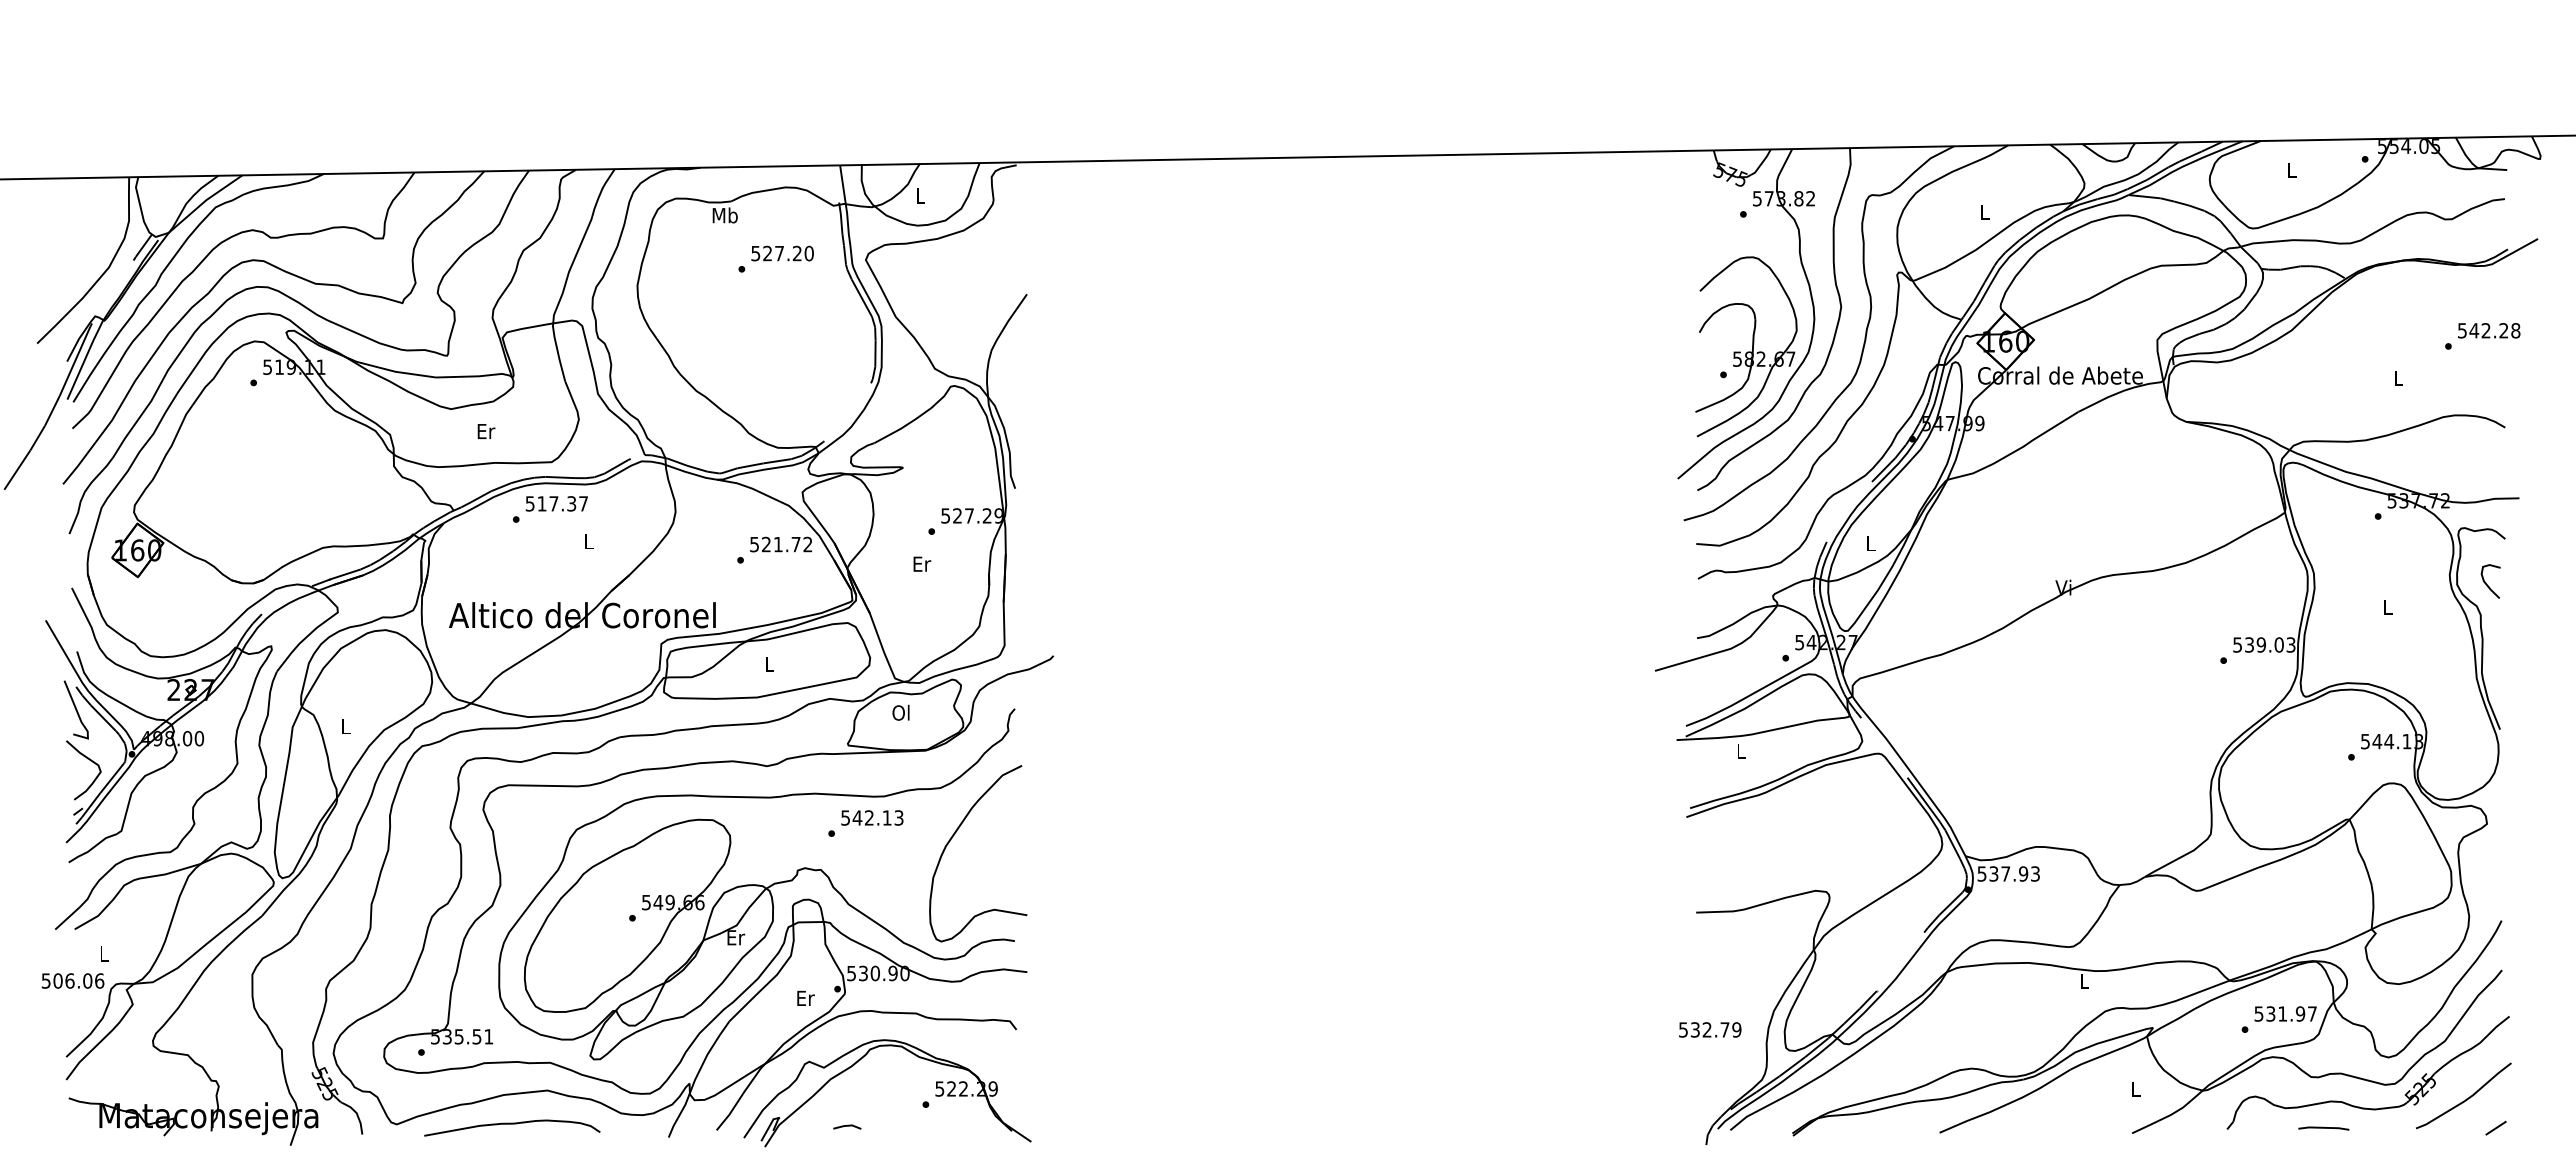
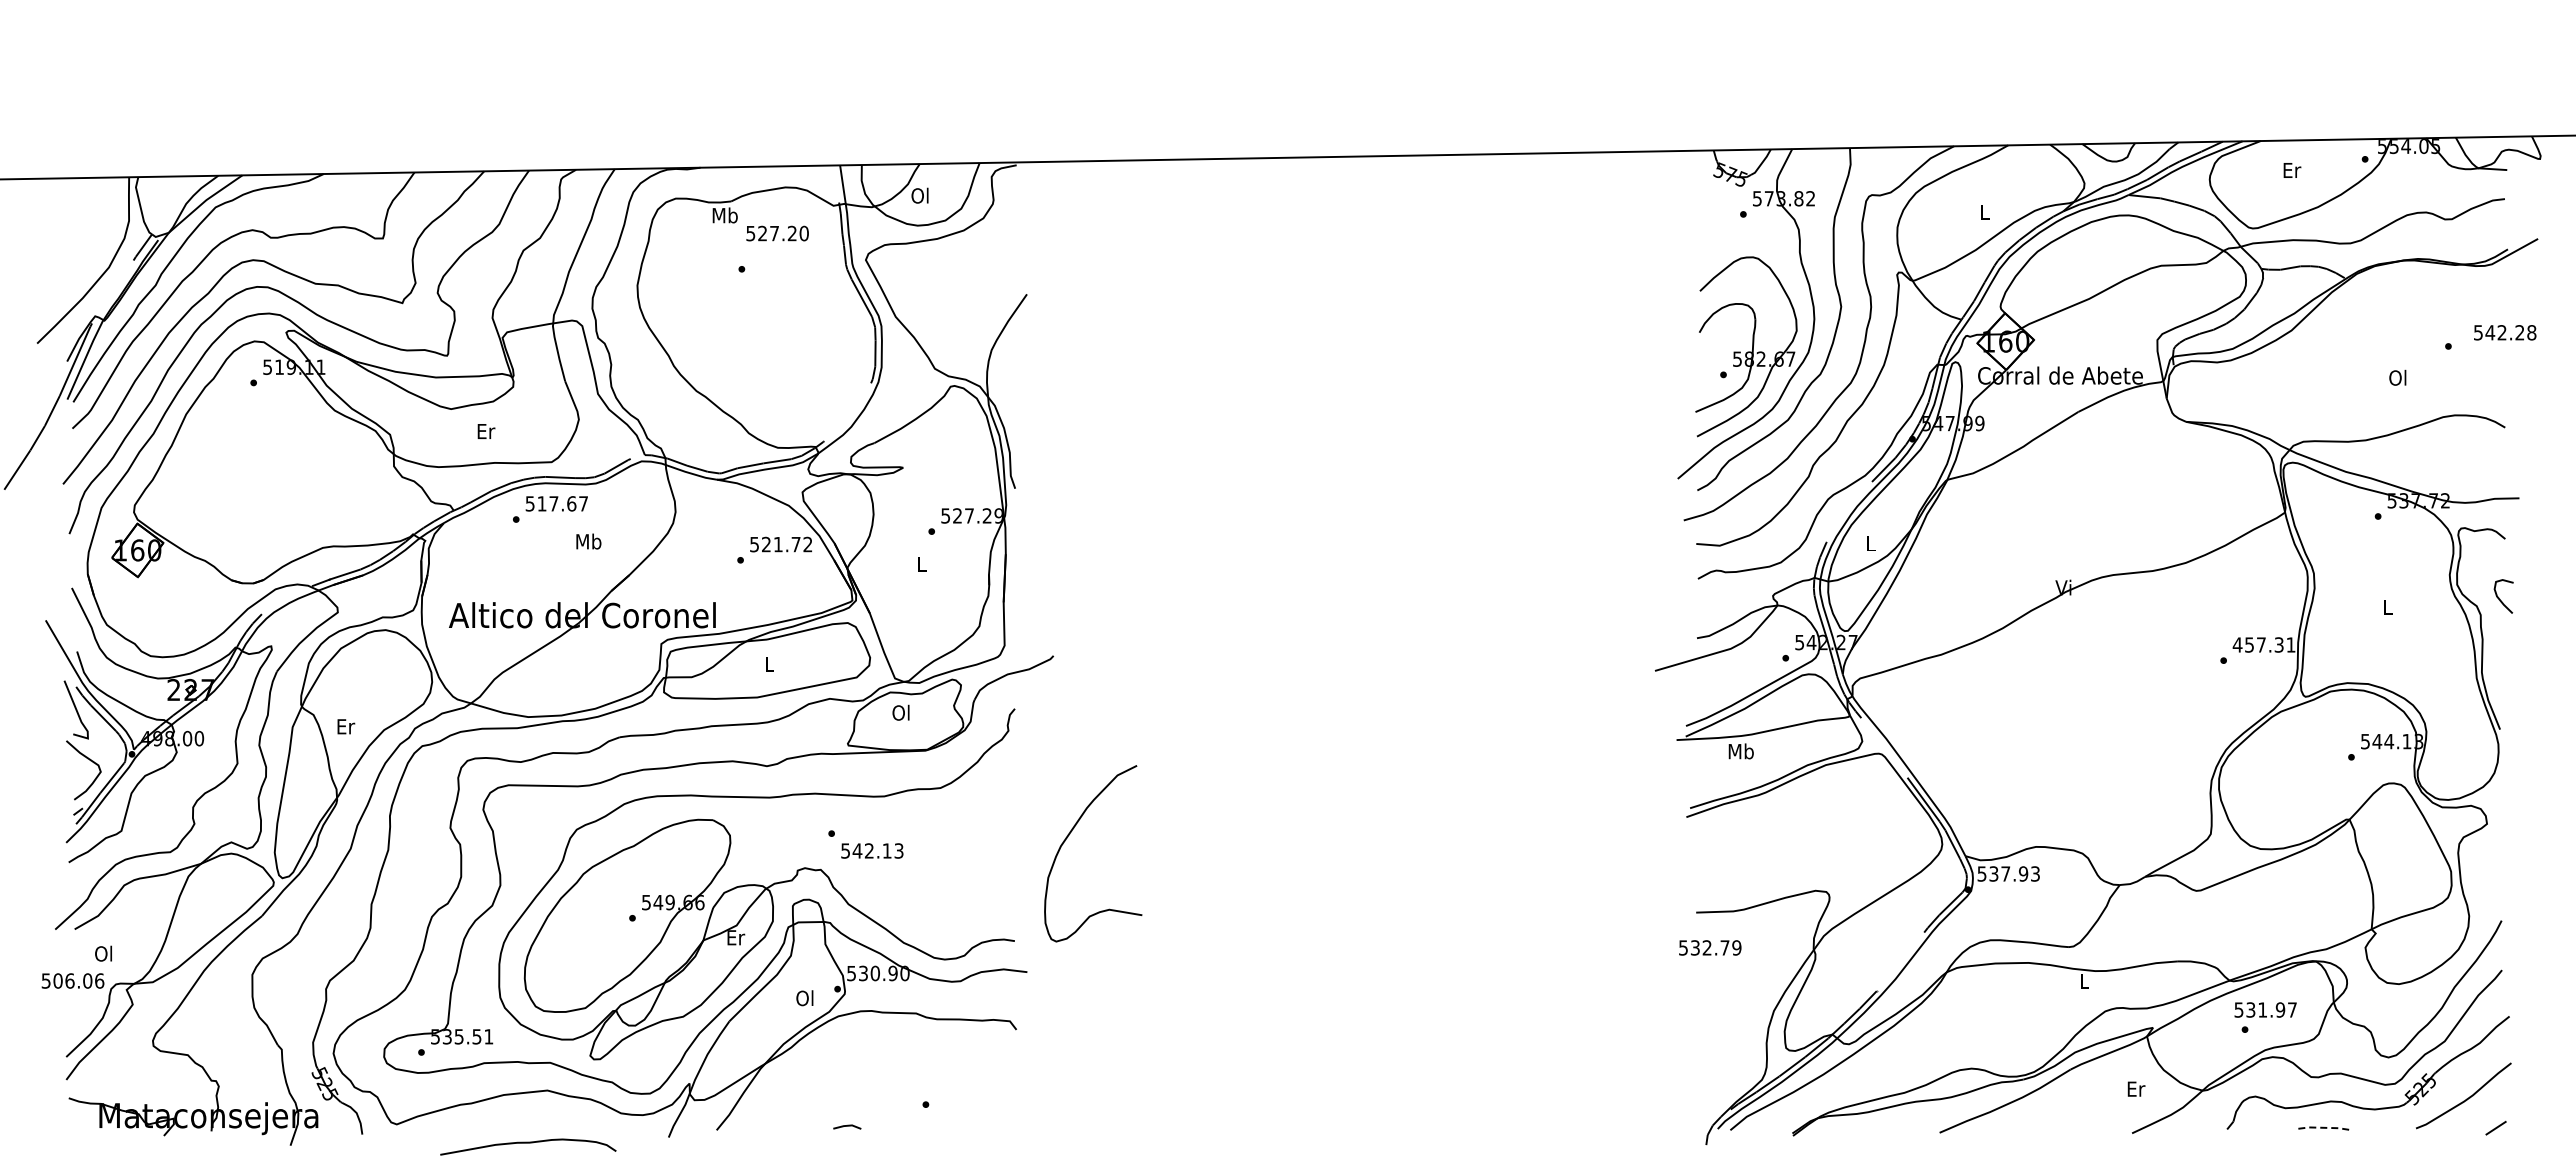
text at (2292, 170): L -> Er
text at (919, 195): L -> Ol
text at (782, 253) position: (782, 253) -> (777, 233)
text at (2489, 330) position: (2489, 330) -> (2505, 332)
text at (2397, 377): L -> Ol
text at (571, 503): 517.37 -> 517.67
text at (588, 541): L -> Mb
text at (922, 563): Er -> L
curve at (2486, 582) position: (2486, 582) -> (2499, 597)
text at (2263, 644): 539.03 -> 457.31
text at (346, 726): L -> Er
text at (1740, 751): L -> Mb
text at (872, 817) position: (872, 817) -> (872, 850)
curve at (955, 834) position: (955, 834) -> (1070, 834)
text at (103, 953): L -> Ol
text at (805, 998): Er -> Ol
text at (2285, 1013) position: (2285, 1013) -> (2265, 1009)
text at (1710, 1029) position: (1710, 1029) -> (1710, 947)
part at (859, 1061): present -> none
text at (2136, 1088): L -> Er
curve at (512, 1124) position: (512, 1124) -> (528, 1143)
line at (2323, 1127): solid -> dashed
